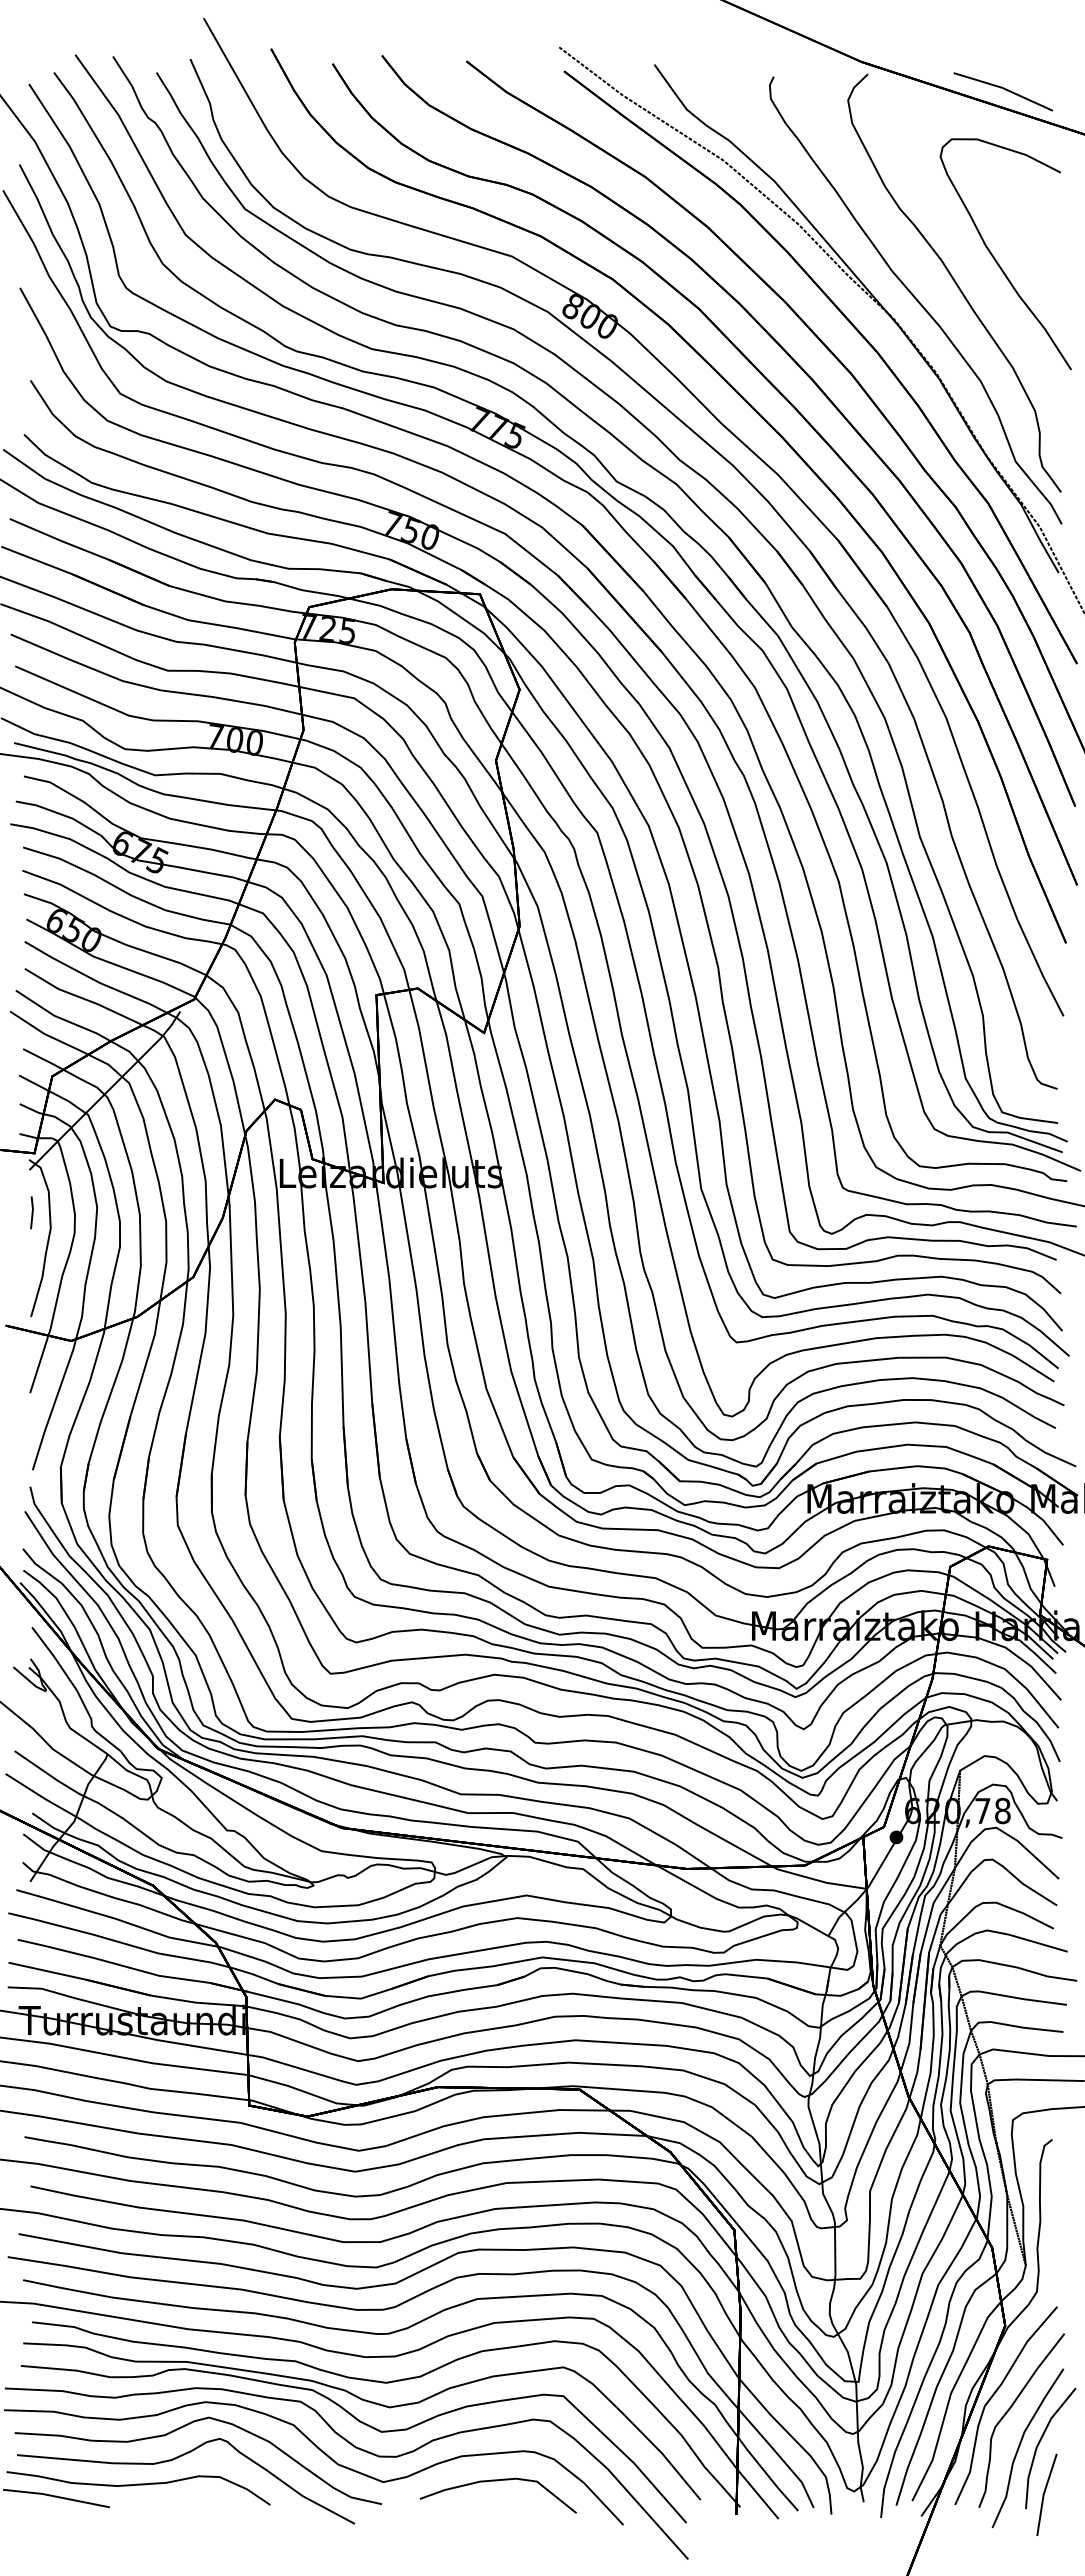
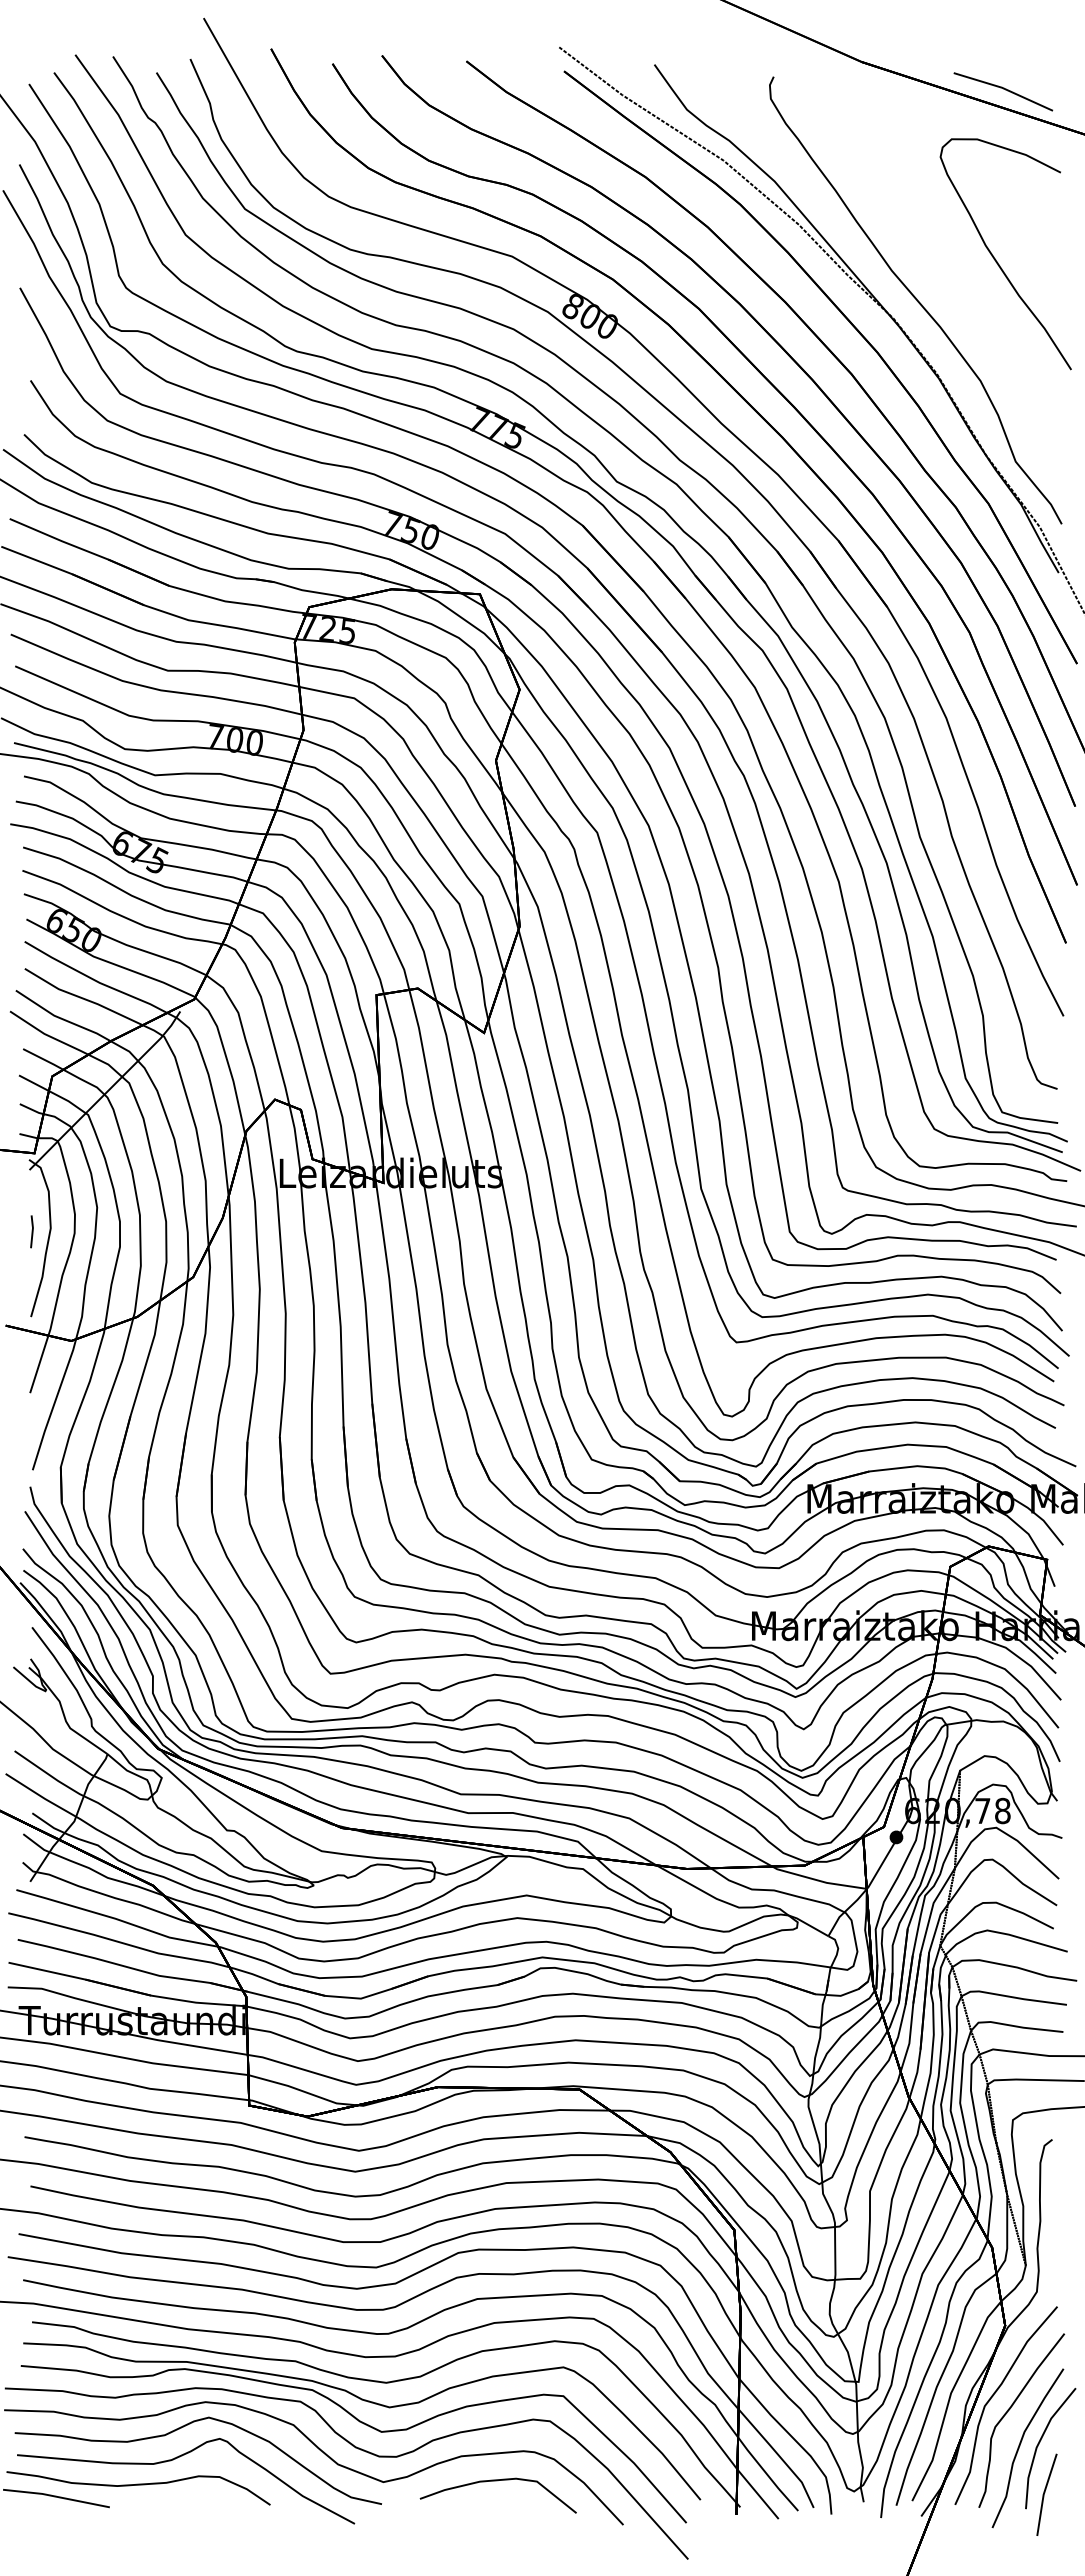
curve at (954, 282): present -> none
line at (31, 1212) position: (31, 1212) -> (31, 1231)
